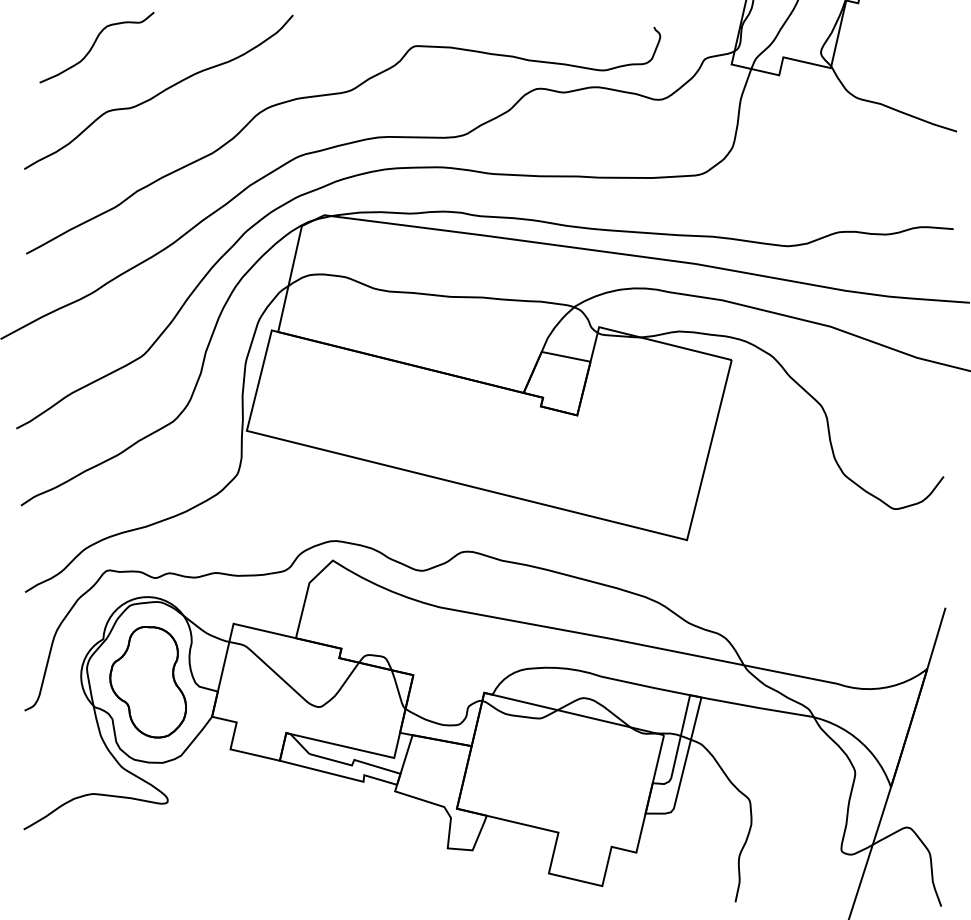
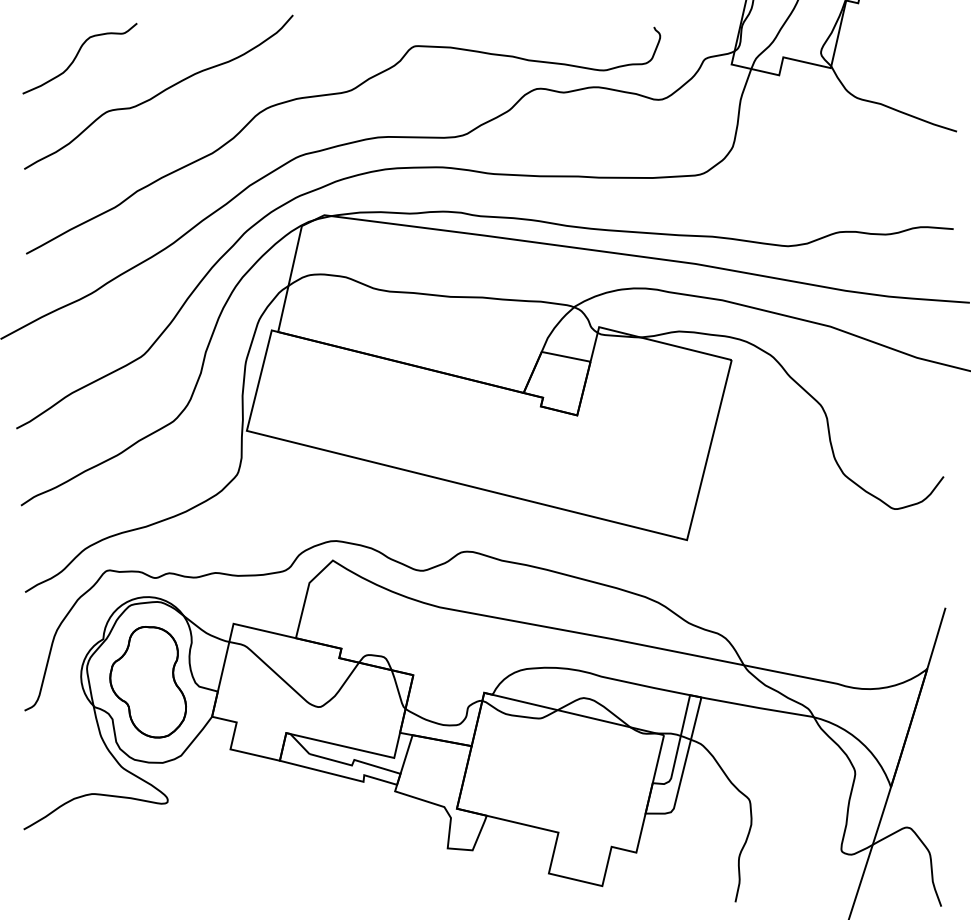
curve at (94, 45) position: (94, 45) -> (77, 56)
